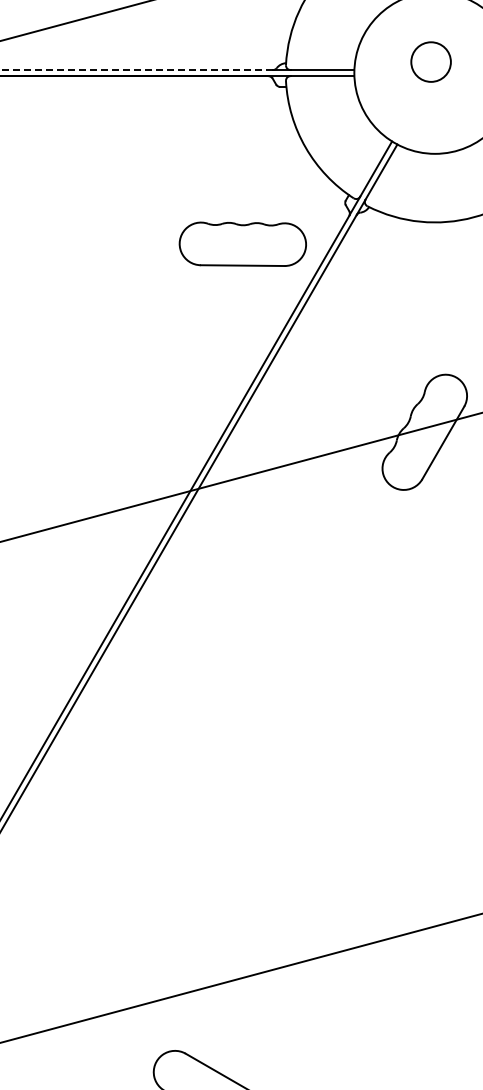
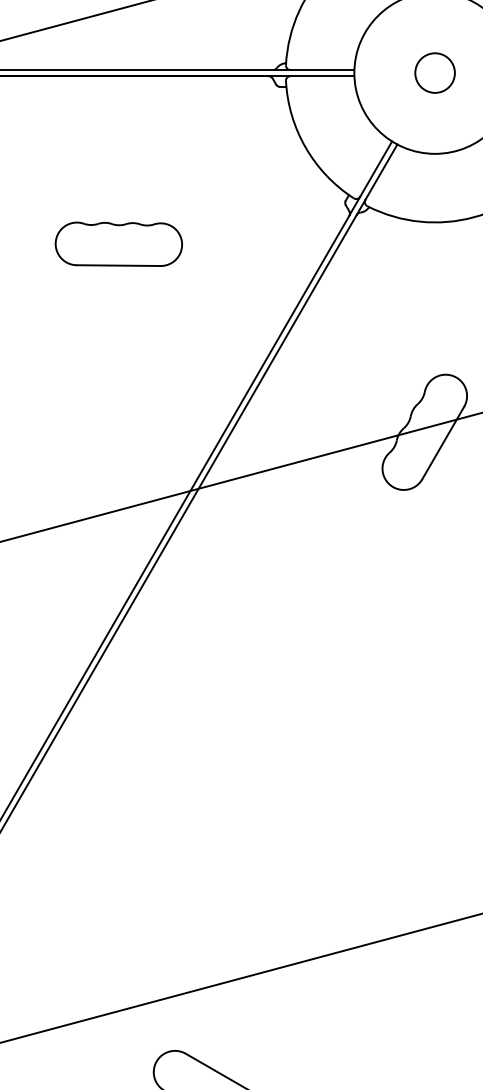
circle at (430, 61) position: (430, 61) -> (434, 72)
line at (136, 70): dashed -> solid
part at (242, 243) position: (242, 243) -> (118, 243)
